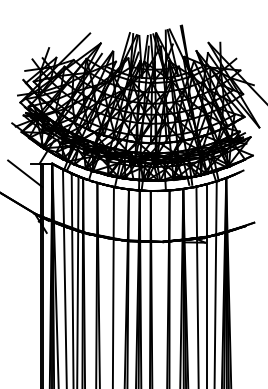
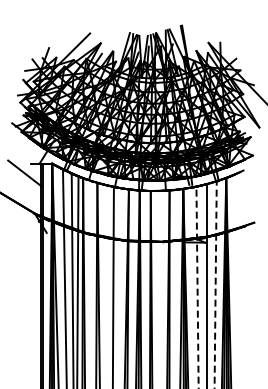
line at (215, 284): solid -> dashed
line at (197, 287): solid -> dashed
